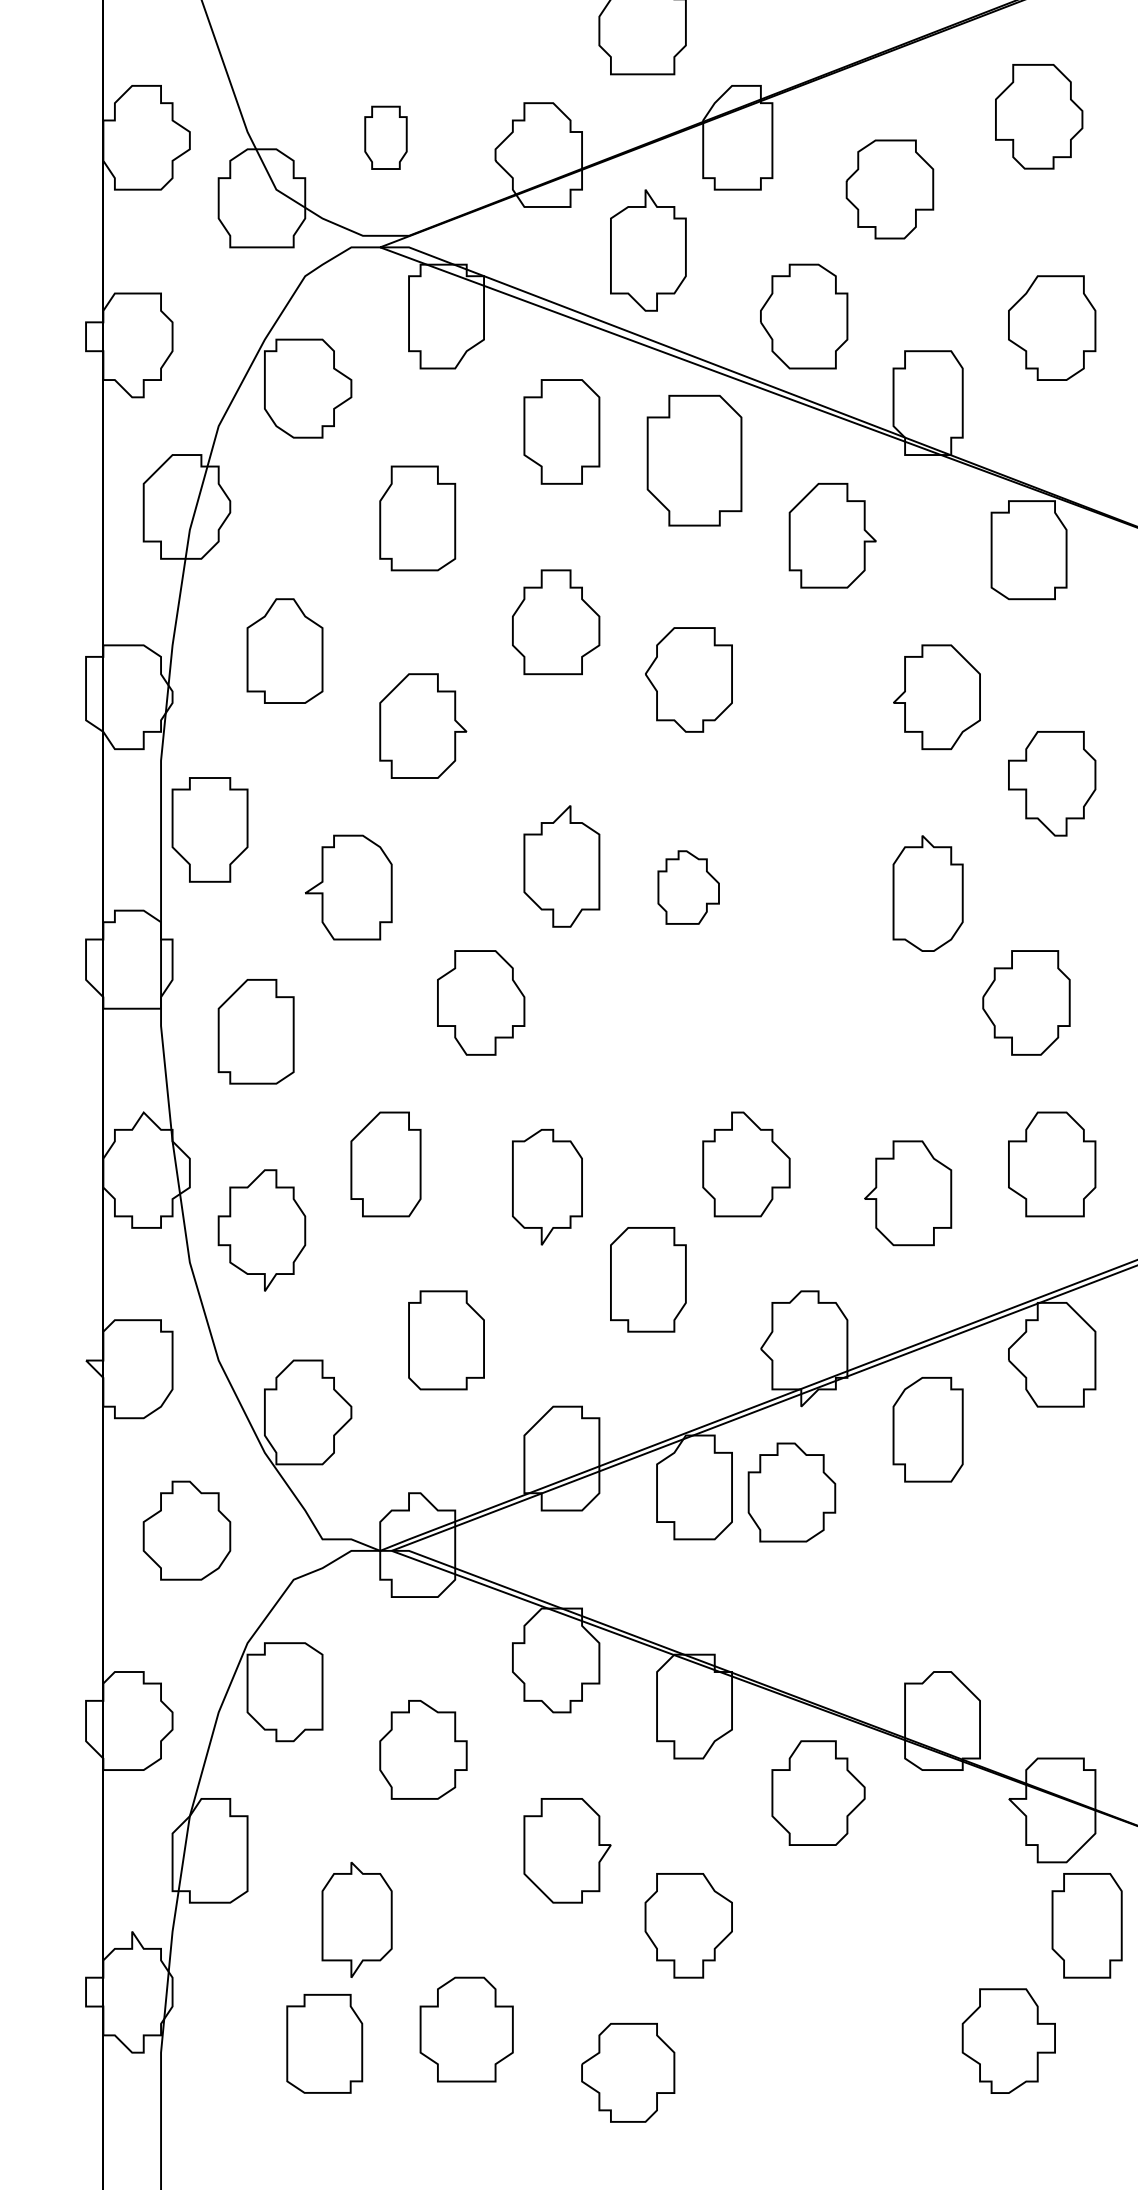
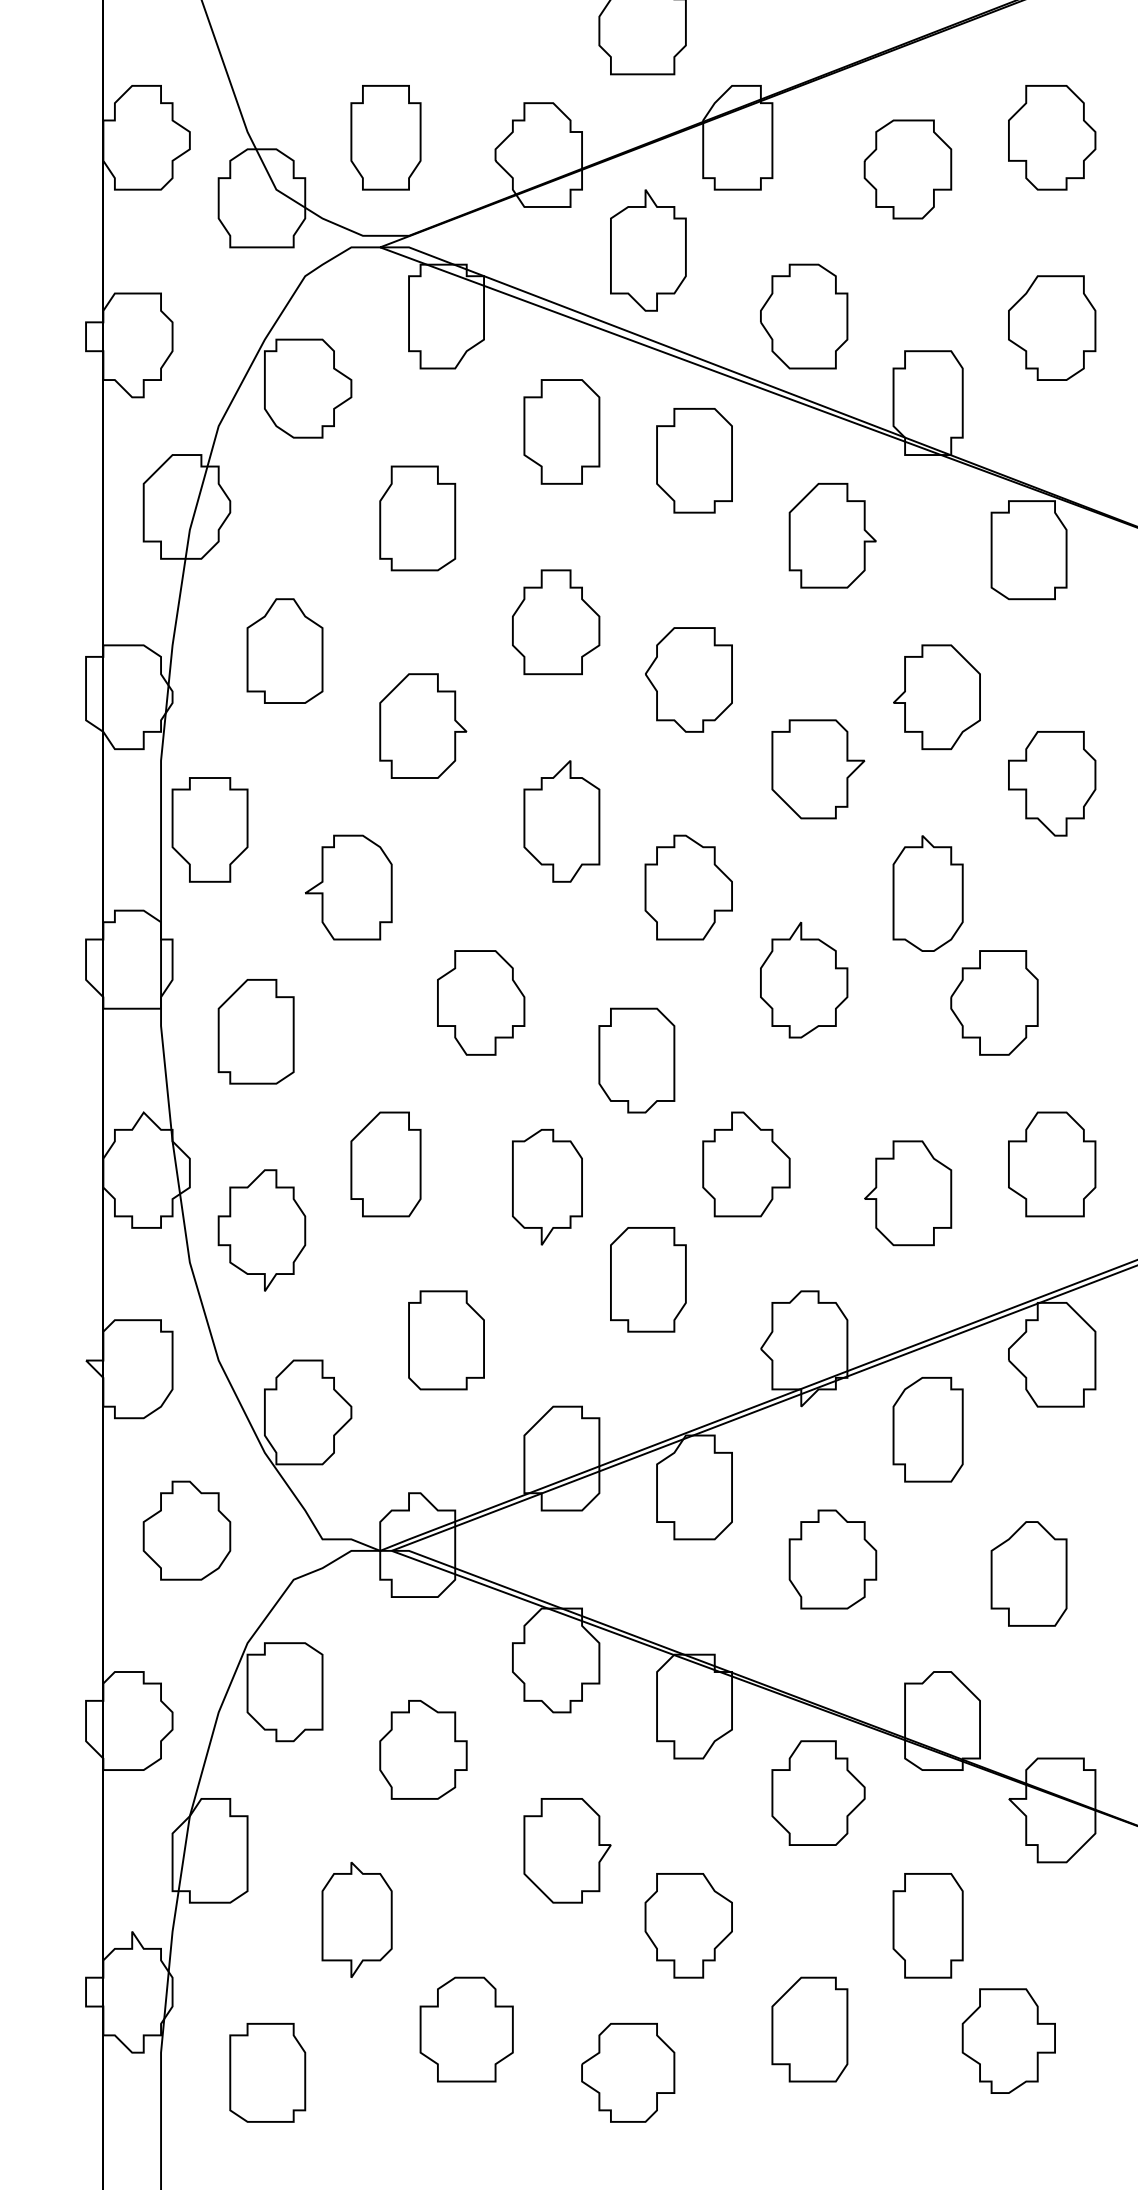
part at (1039, 116) position: (1039, 116) -> (1052, 137)
part at (385, 137) size: 44x65 px -> 72x106 px
part at (889, 189) position: (889, 189) -> (907, 169)
part at (694, 460) size: 97x133 px -> 77x106 px
part at (818, 769): none -> present
part at (561, 866) position: (561, 866) -> (561, 821)
part at (688, 887) size: 63x75 px -> 89x107 px
part at (804, 979): none -> present
part at (1026, 1002) position: (1026, 1002) -> (994, 1002)
part at (636, 1060): none -> present
part at (791, 1492) position: (791, 1492) -> (832, 1559)
part at (1028, 1573): none -> present
part at (1086, 1925) position: (1086, 1925) -> (927, 1925)
part at (809, 2029): none -> present
part at (324, 2043) position: (324, 2043) -> (267, 2072)
